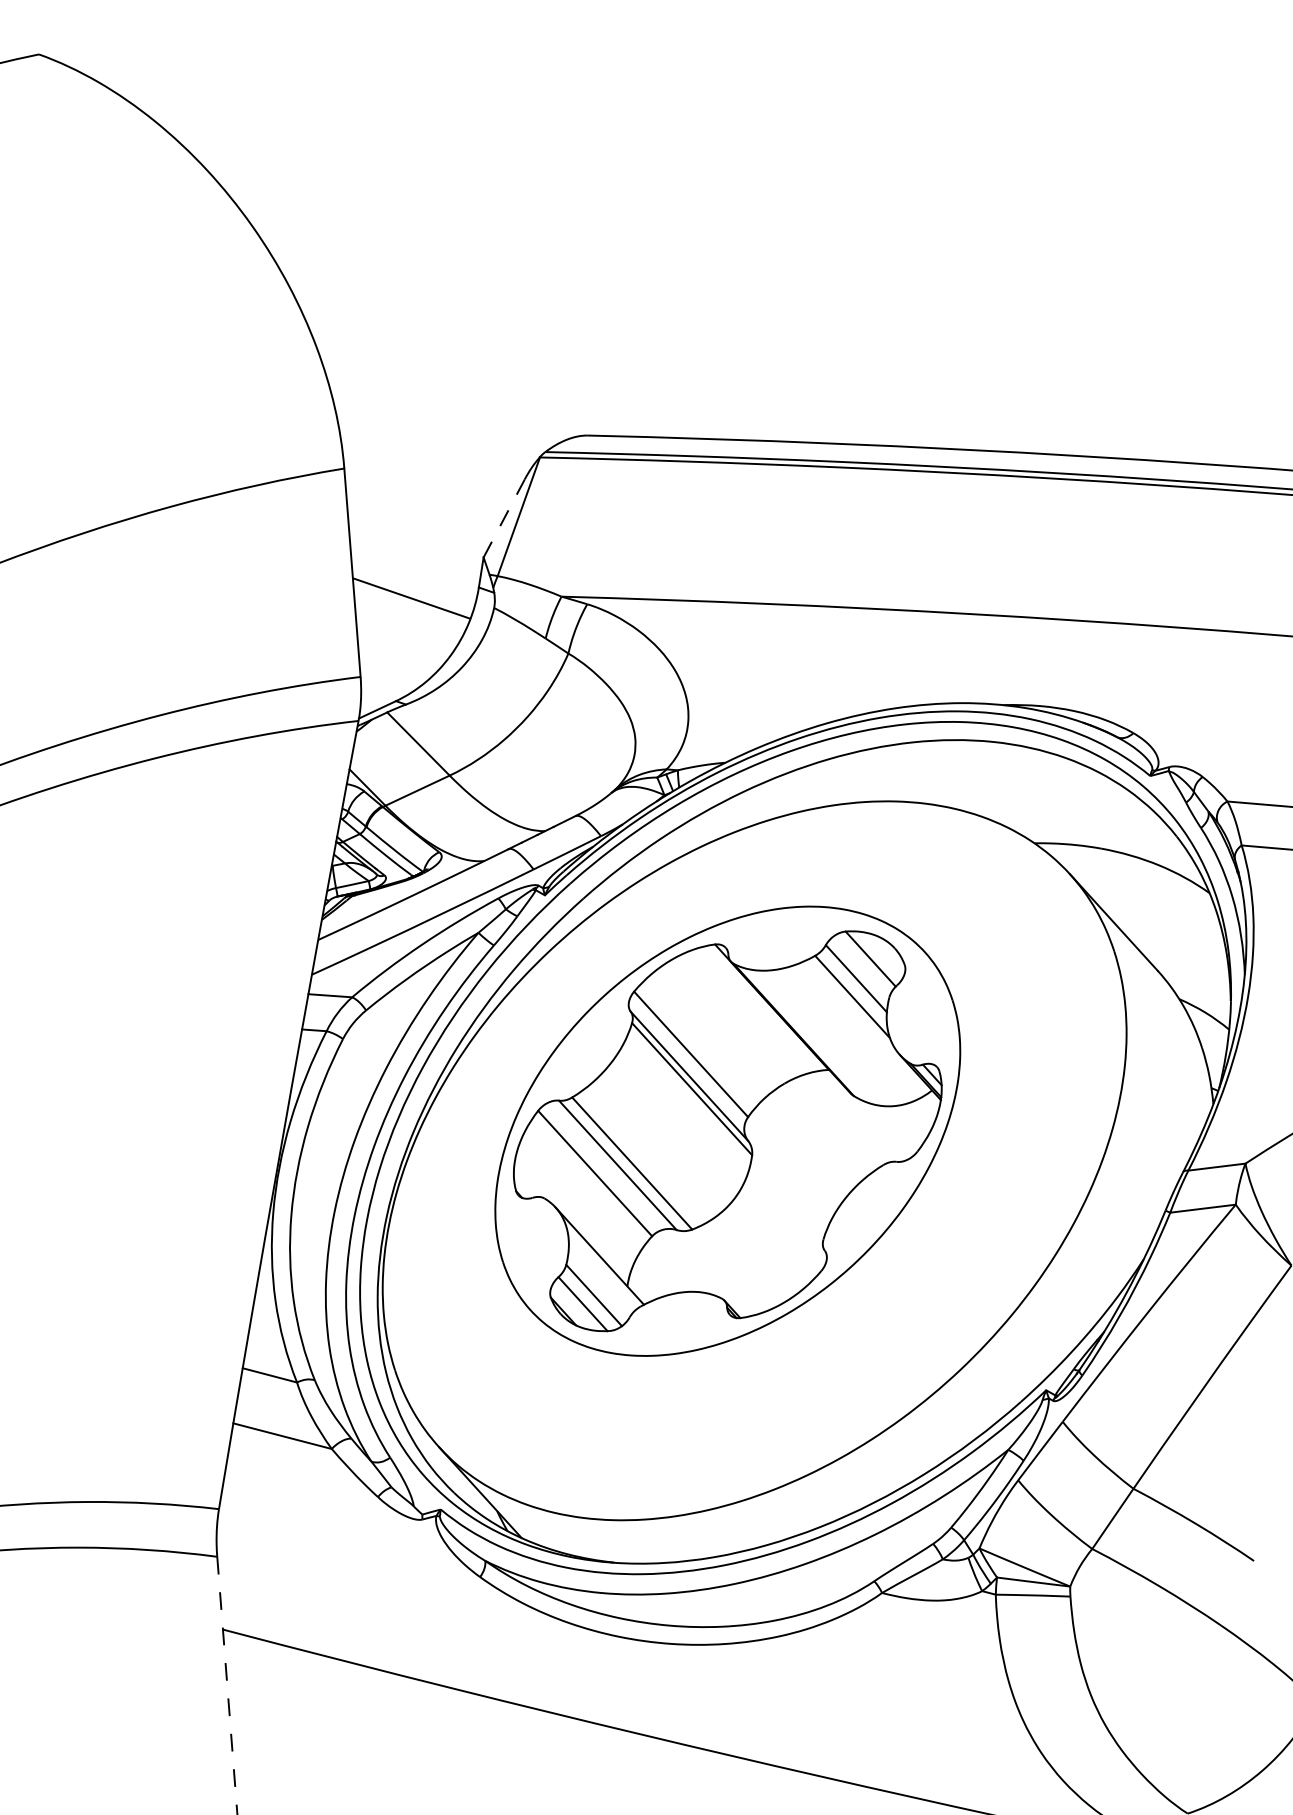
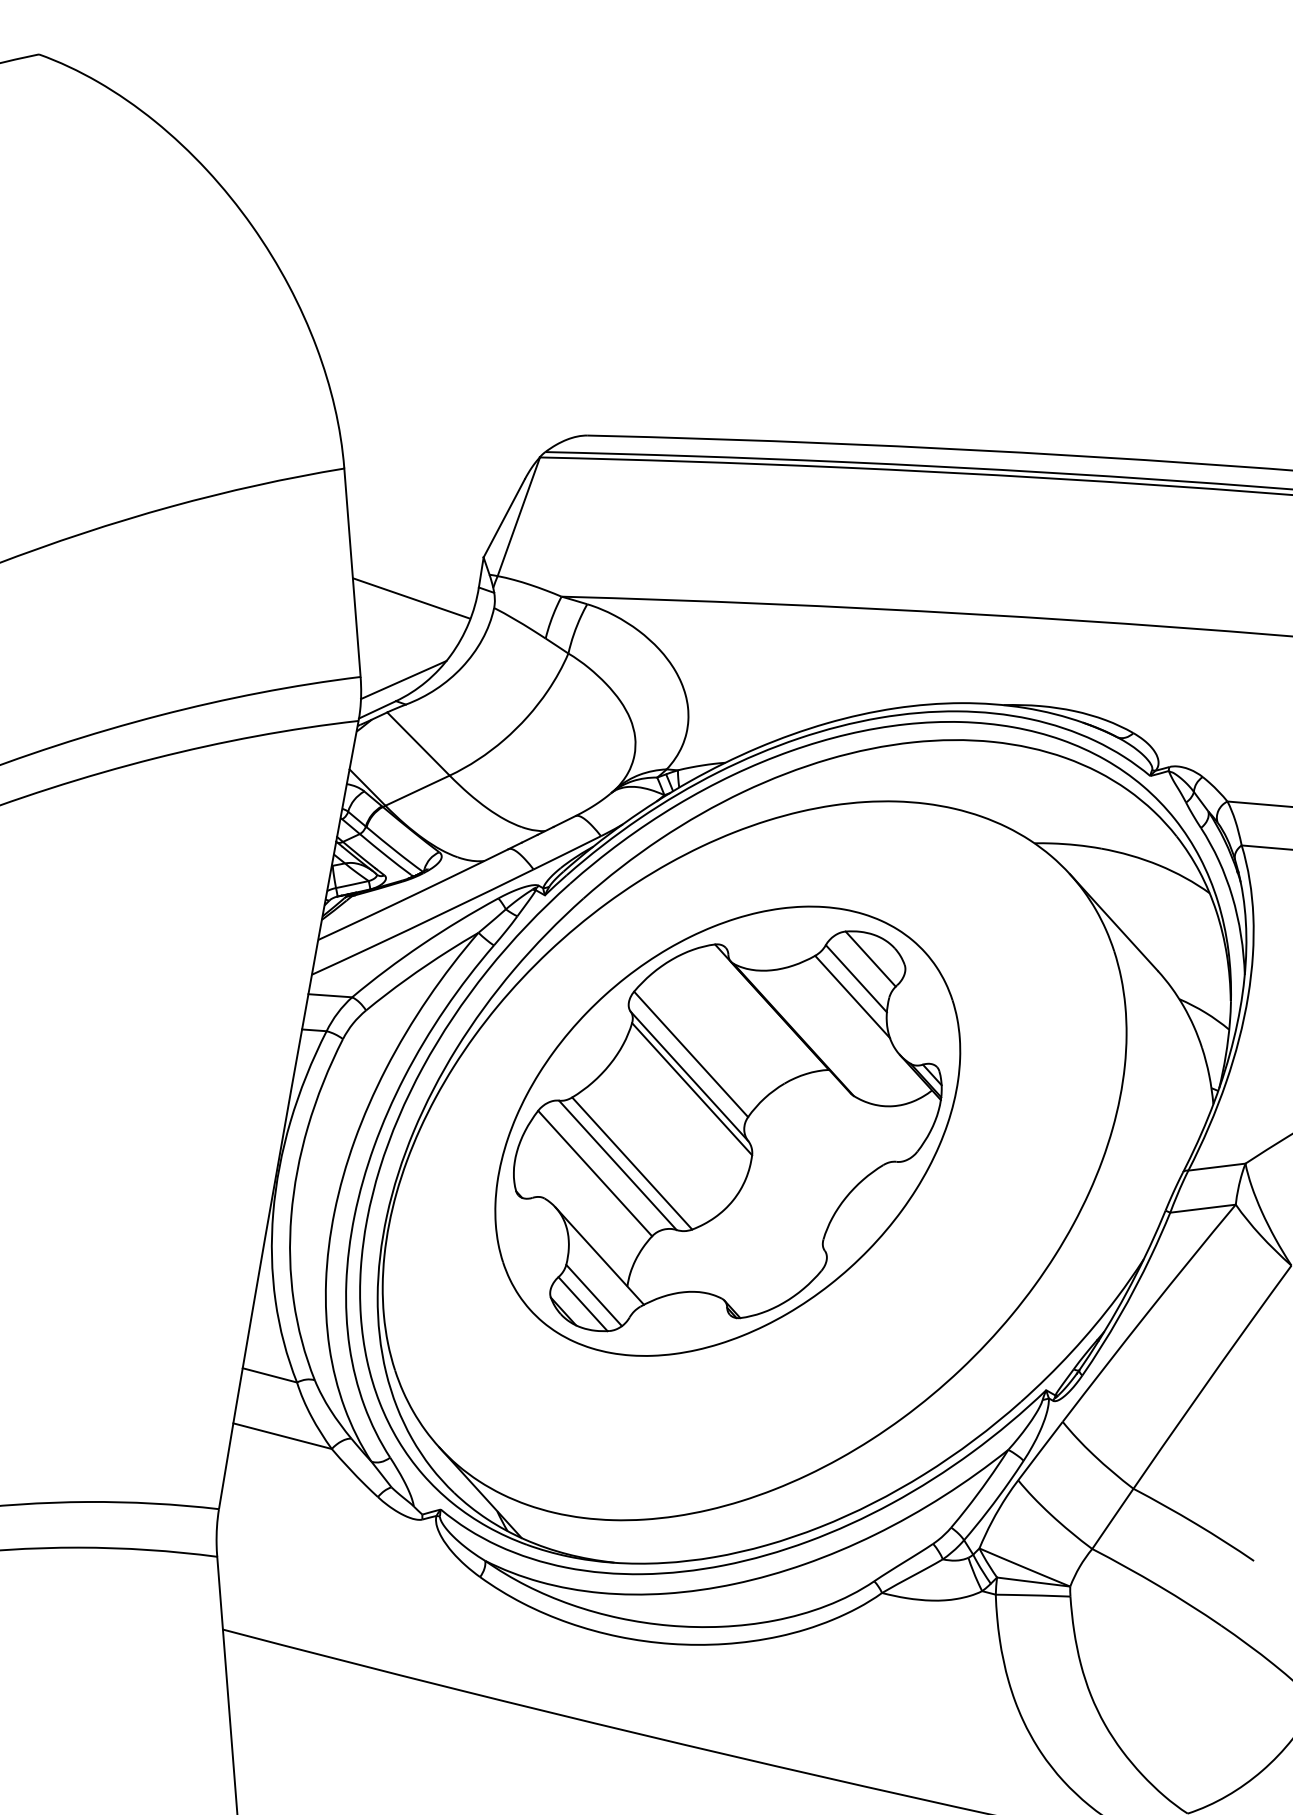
line at (504, 517): dashed -> solid
line at (403, 680): none -> present
line at (227, 1685): dashed -> solid
